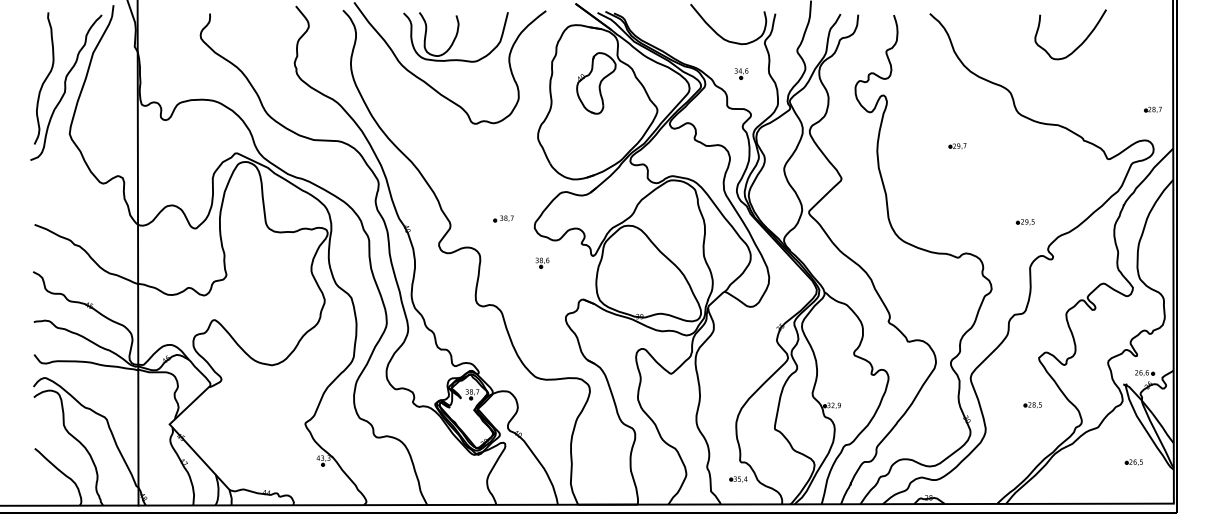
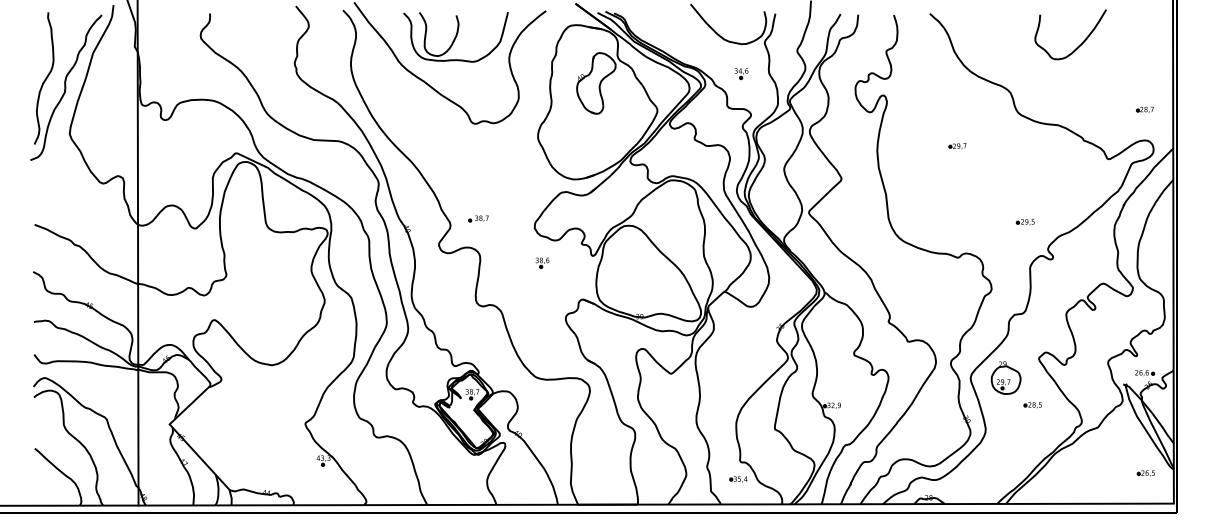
part at (1152, 109) position: (1152, 109) -> (1144, 109)
part at (503, 218) position: (503, 218) -> (478, 218)
part at (1005, 377): none -> present
part at (1133, 462) position: (1133, 462) -> (1145, 473)
